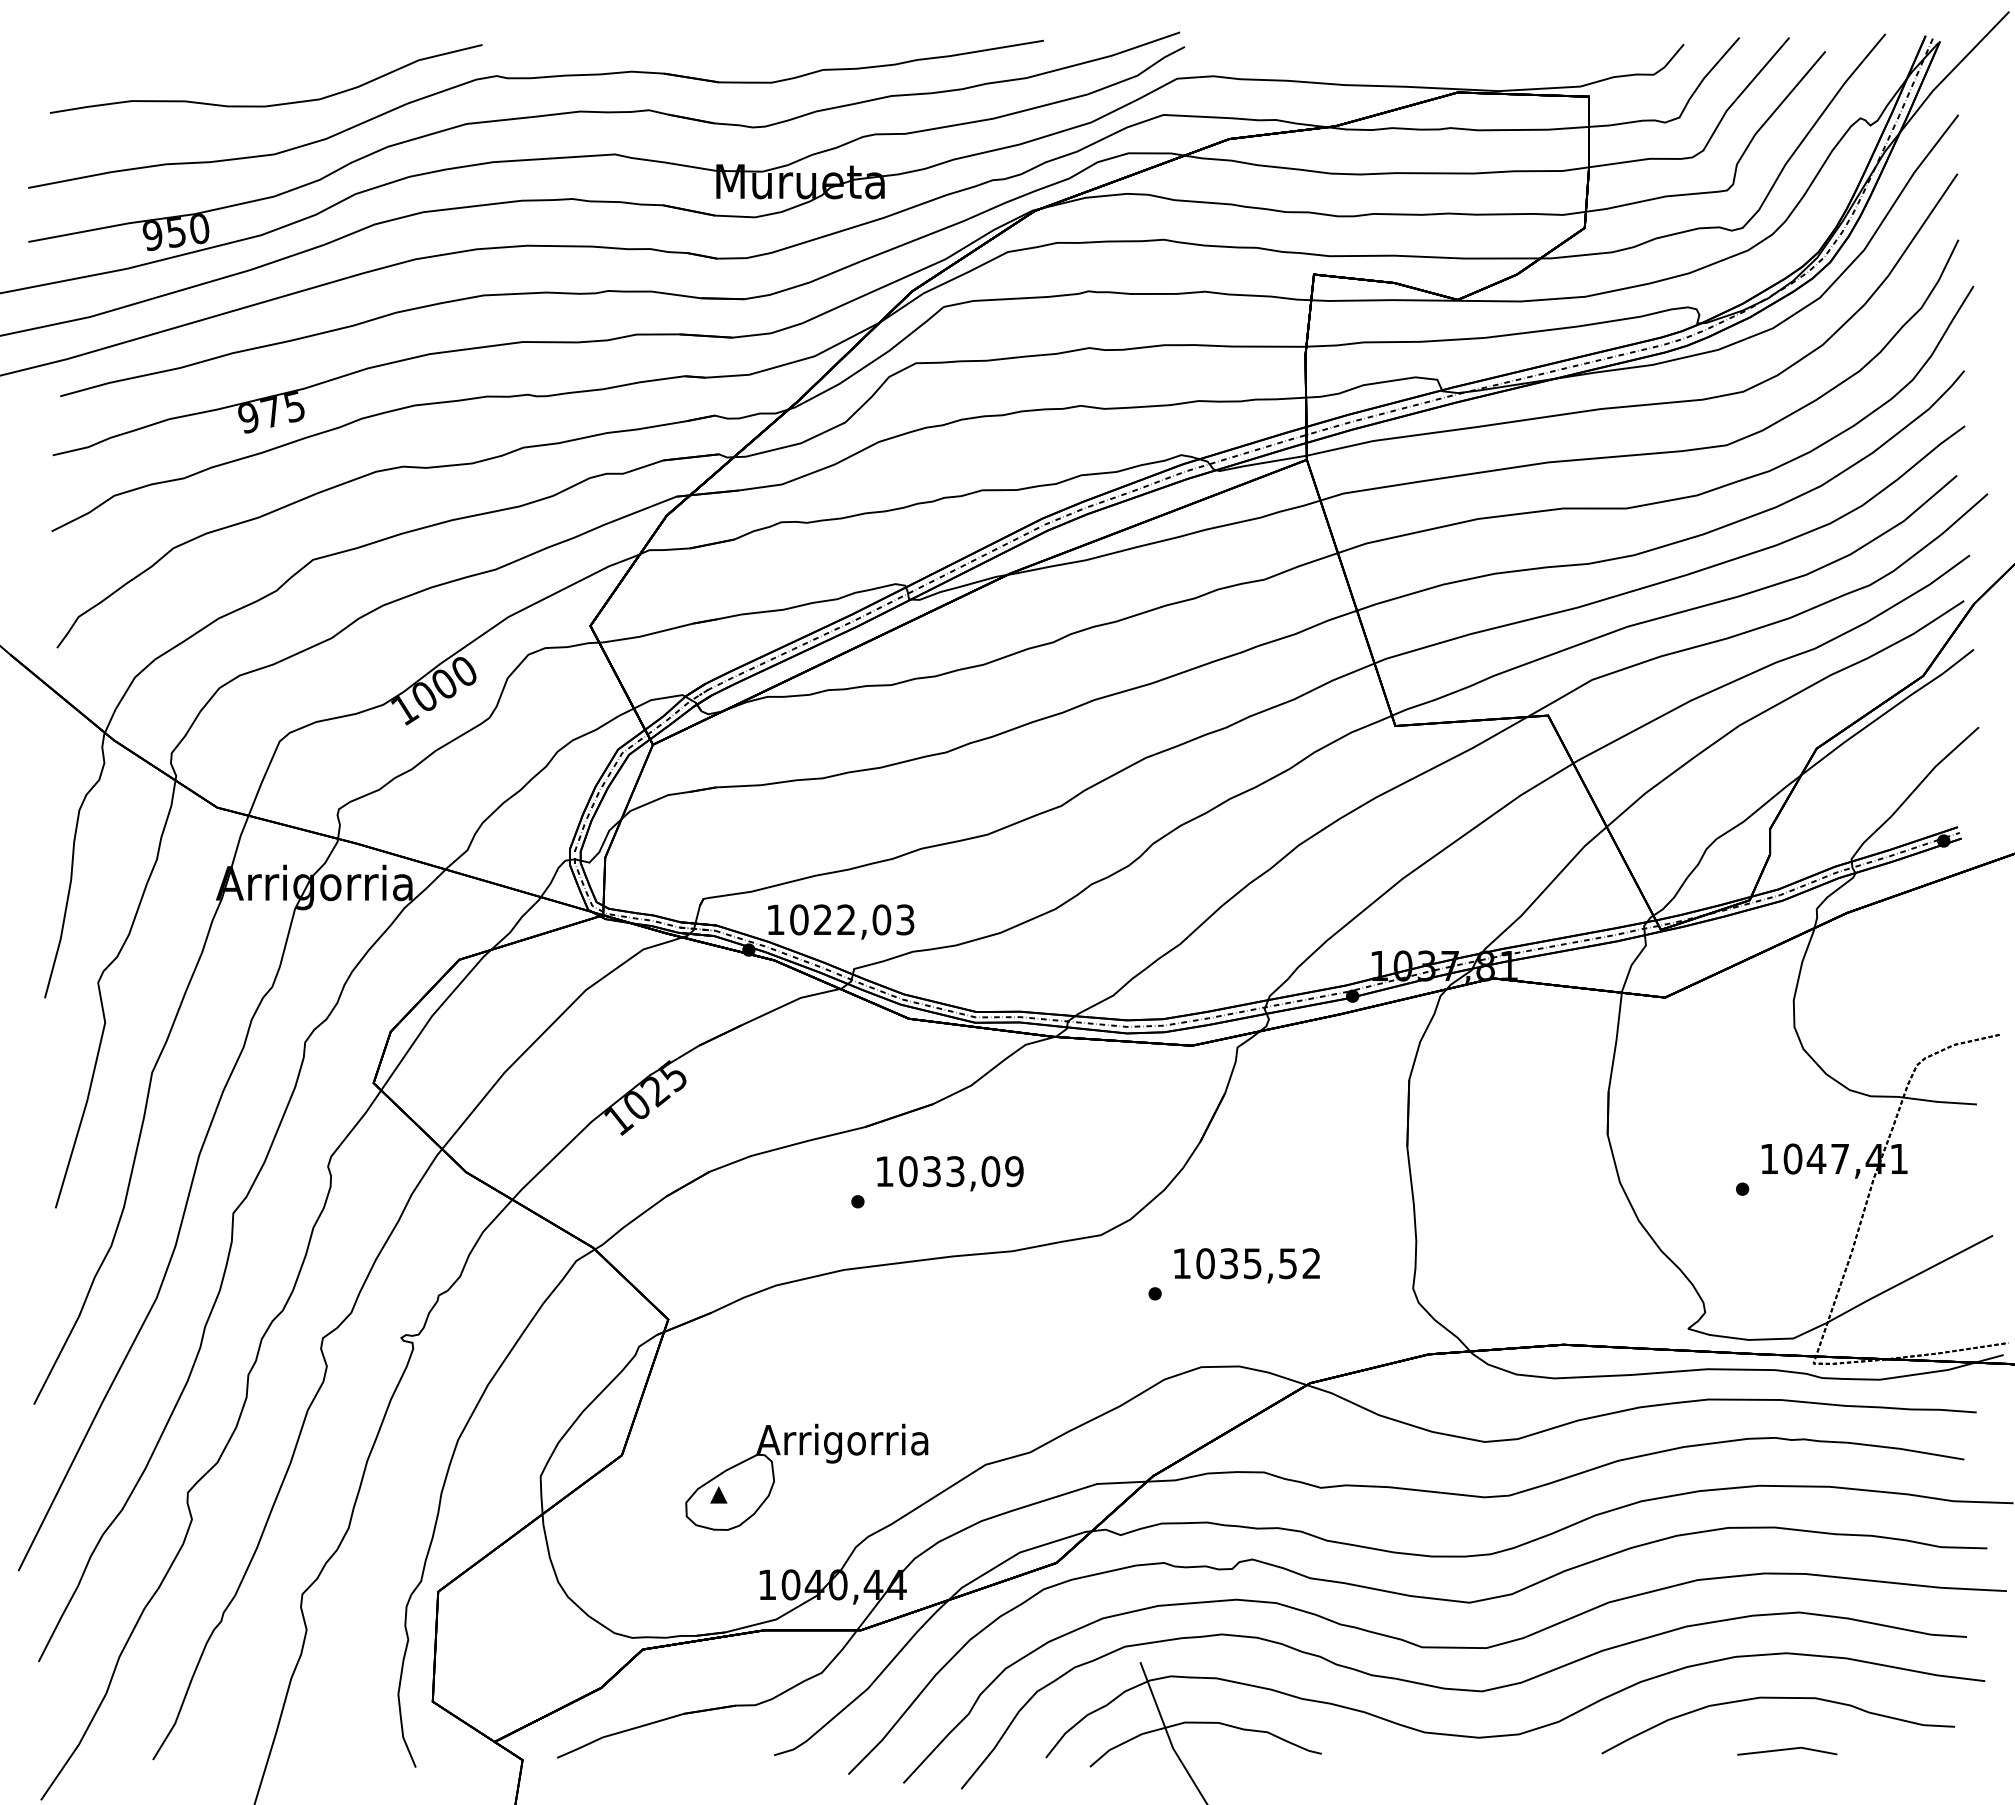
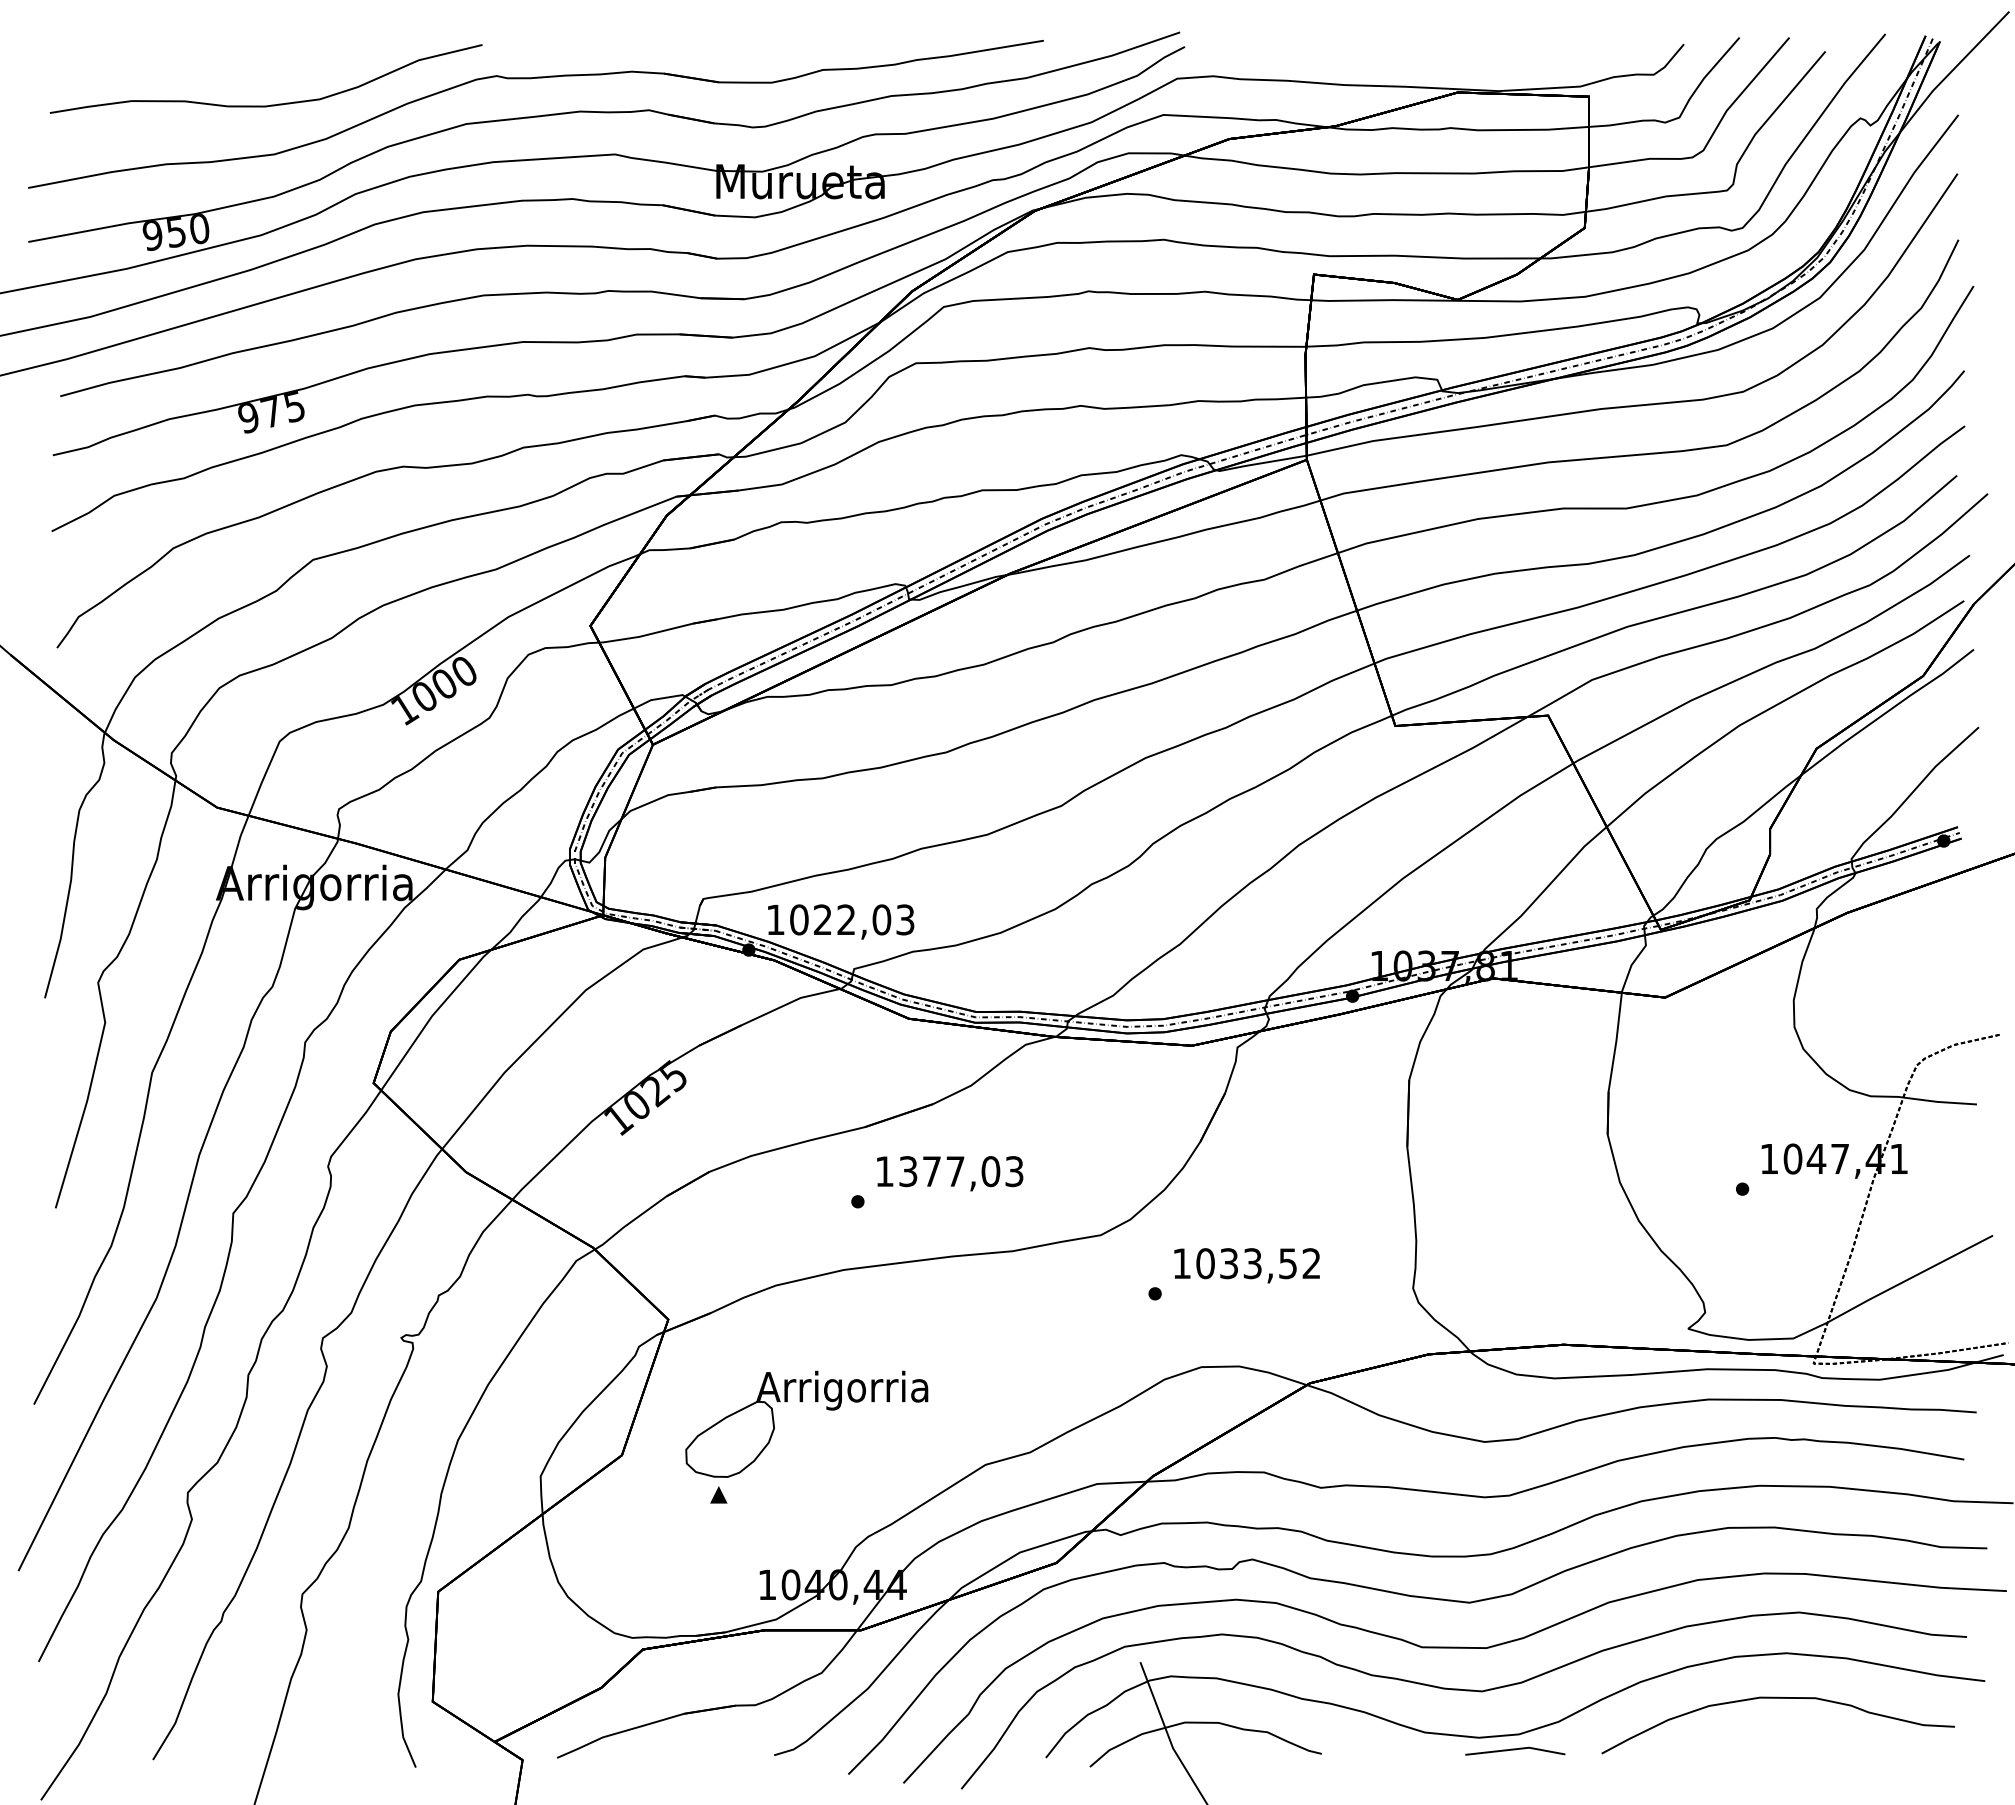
text at (961, 1171): 1033,09 -> 1377,03
text at (1252, 1263): 1035,52 -> 1033,52
part at (802, 1455) position: (802, 1455) -> (802, 1402)
line at (1787, 1750) position: (1787, 1750) -> (1515, 1750)
